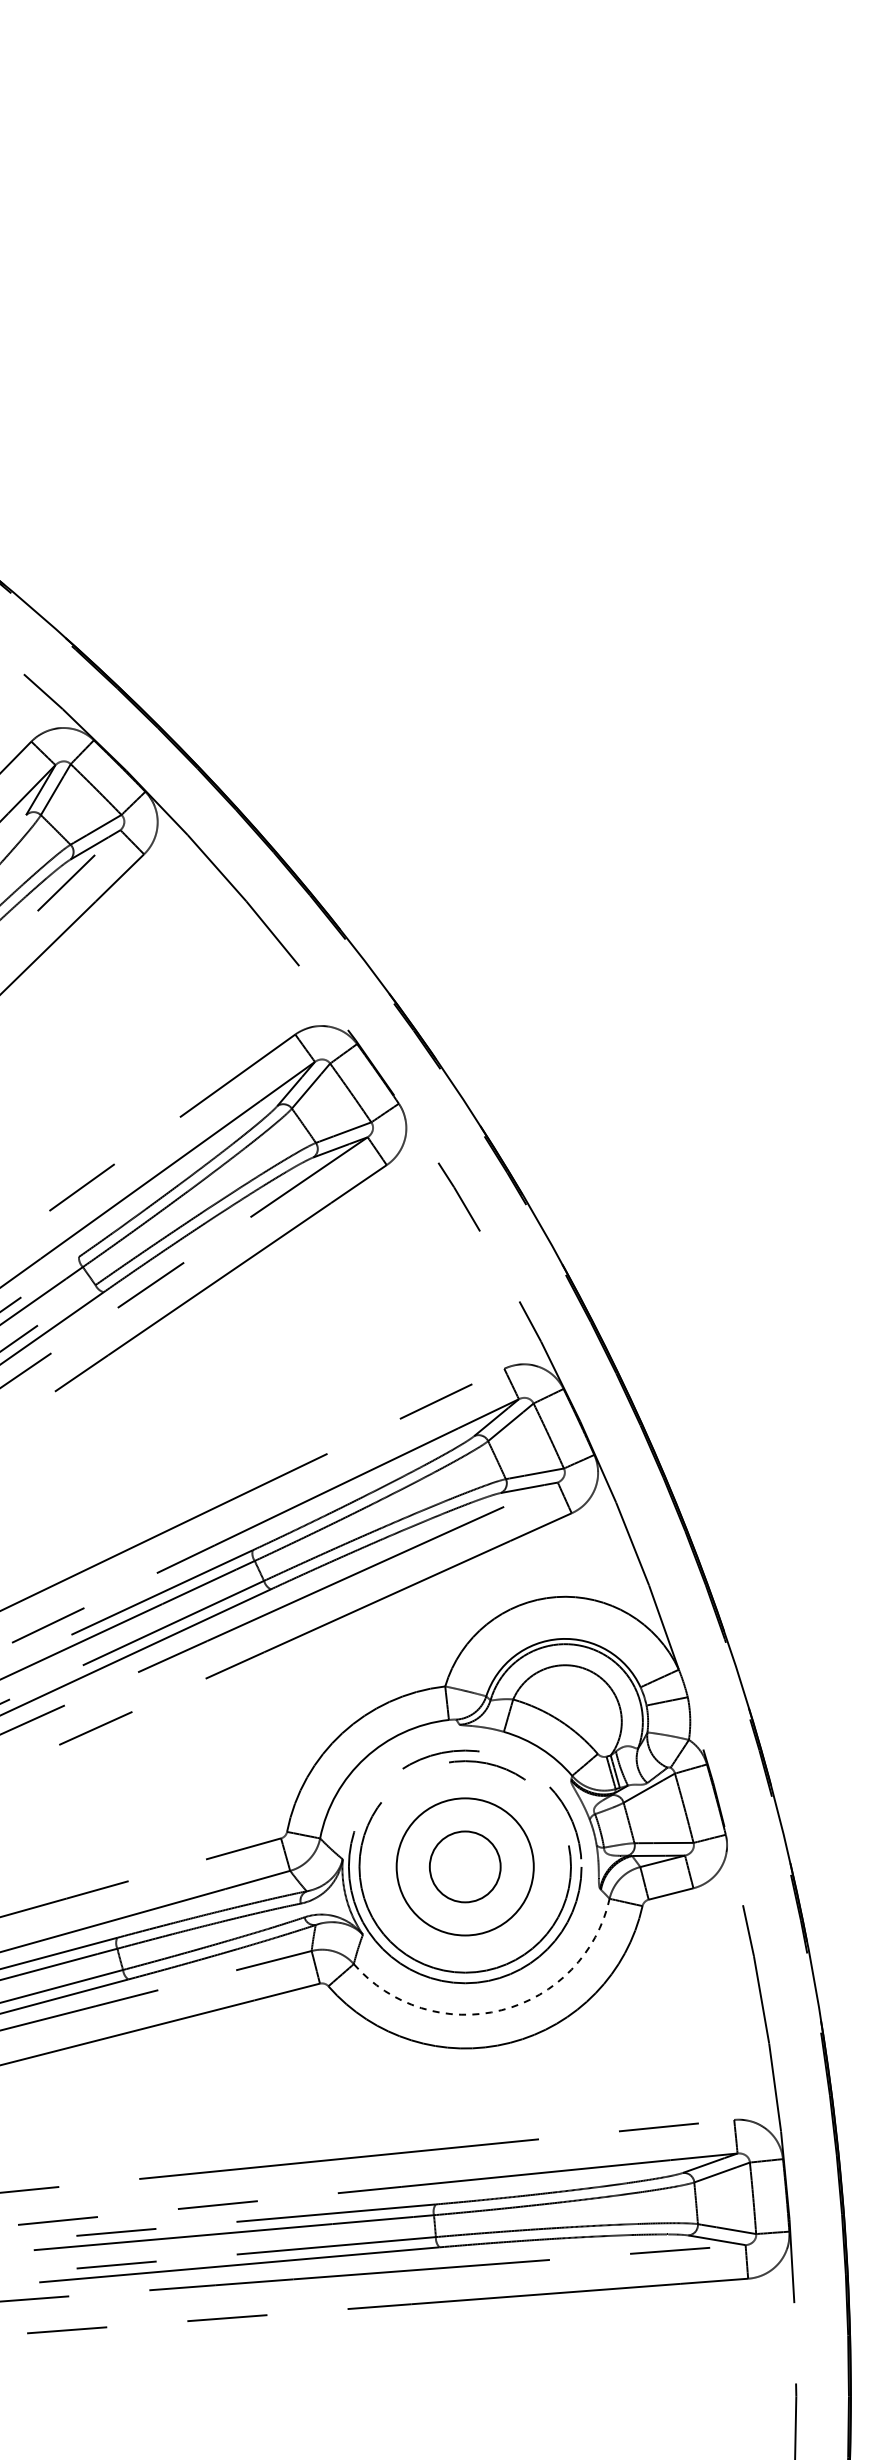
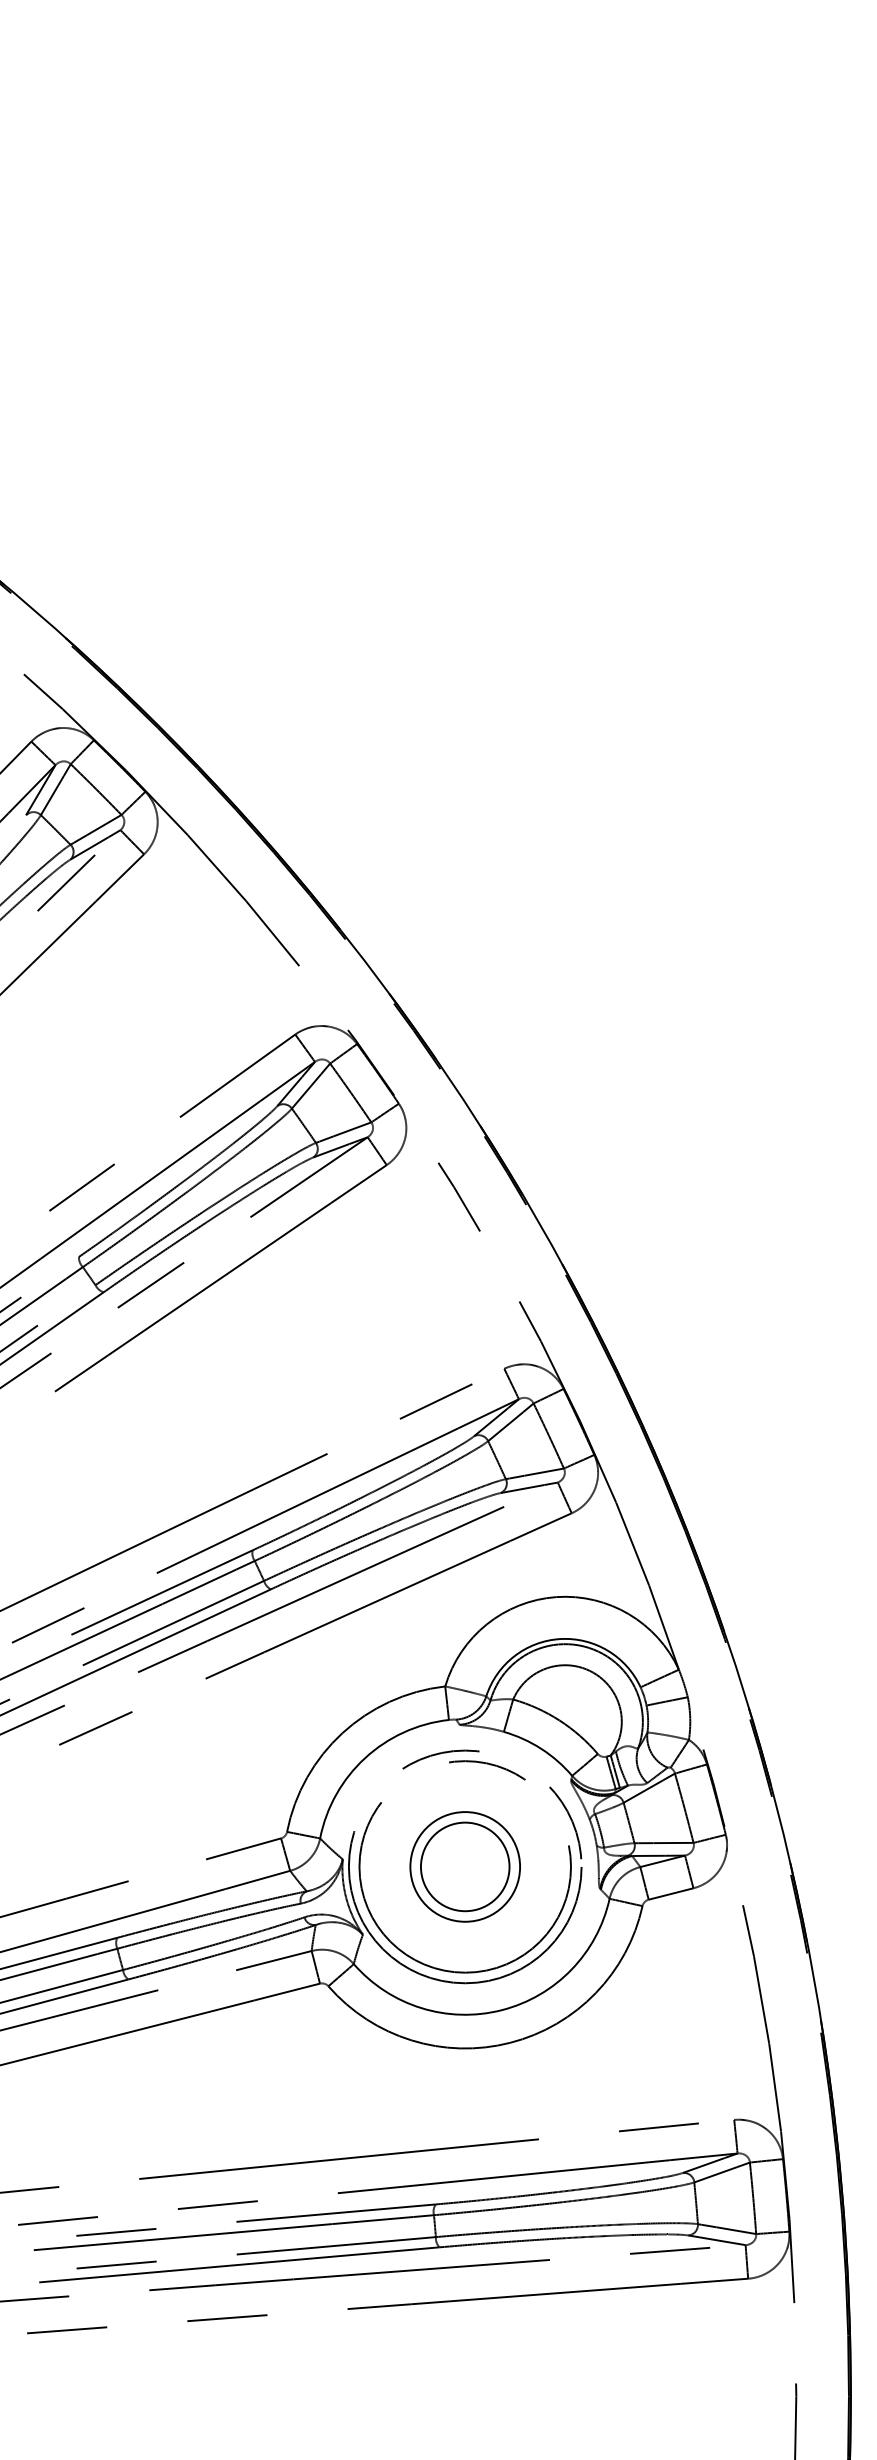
circle at (464, 1866) diameter: 137 px -> 110 px
circle at (464, 1866) diameter: 71 px -> 89 px
arc at (501, 2010): dashed -> solid
